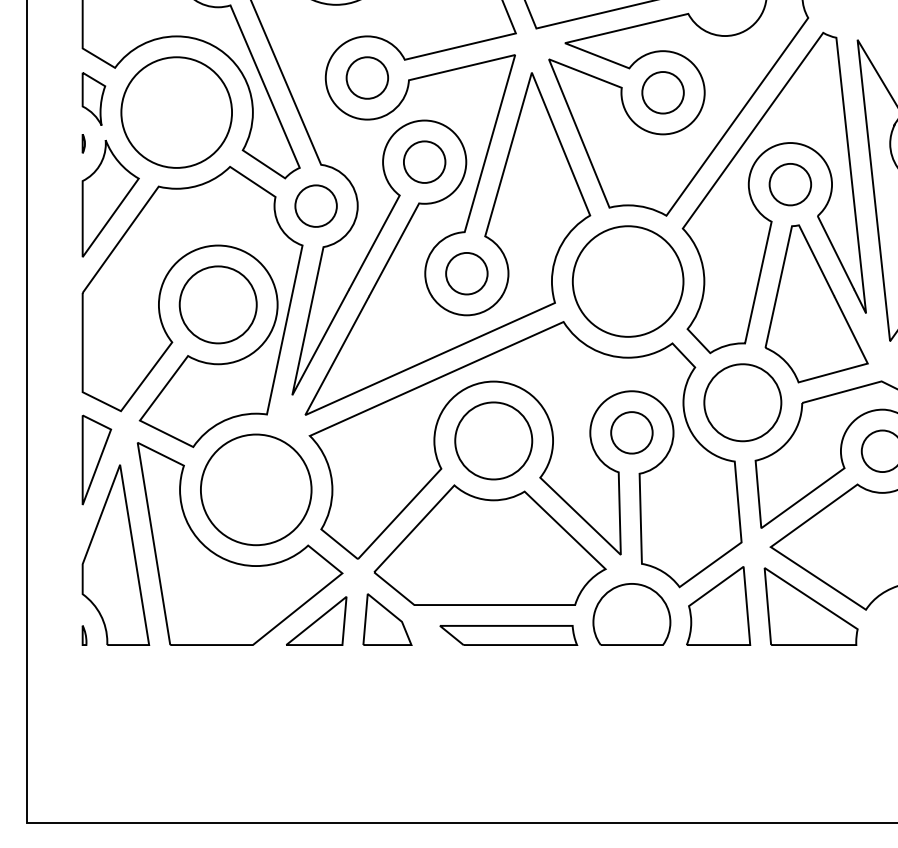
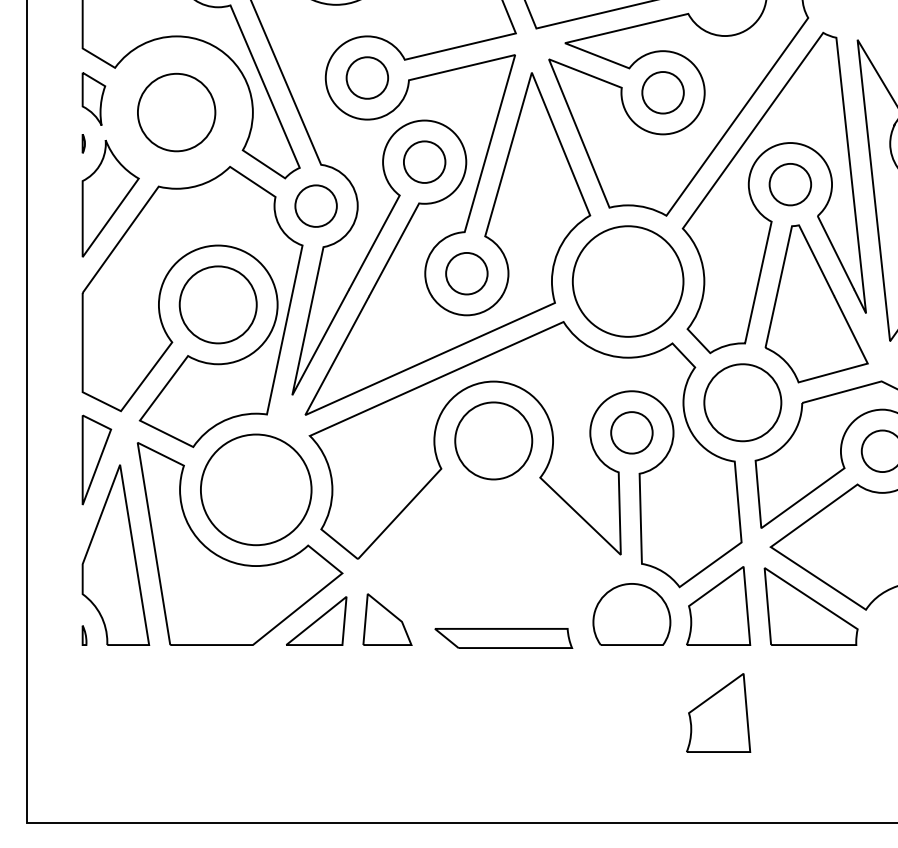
part at (176, 112) size: 113x113 px -> 80x81 px
part at (489, 544): present -> none
part at (508, 635) position: (508, 635) -> (503, 638)
part at (718, 712): none -> present
